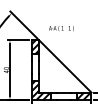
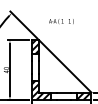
text at (61, 28) position: (61, 28) -> (61, 21)
